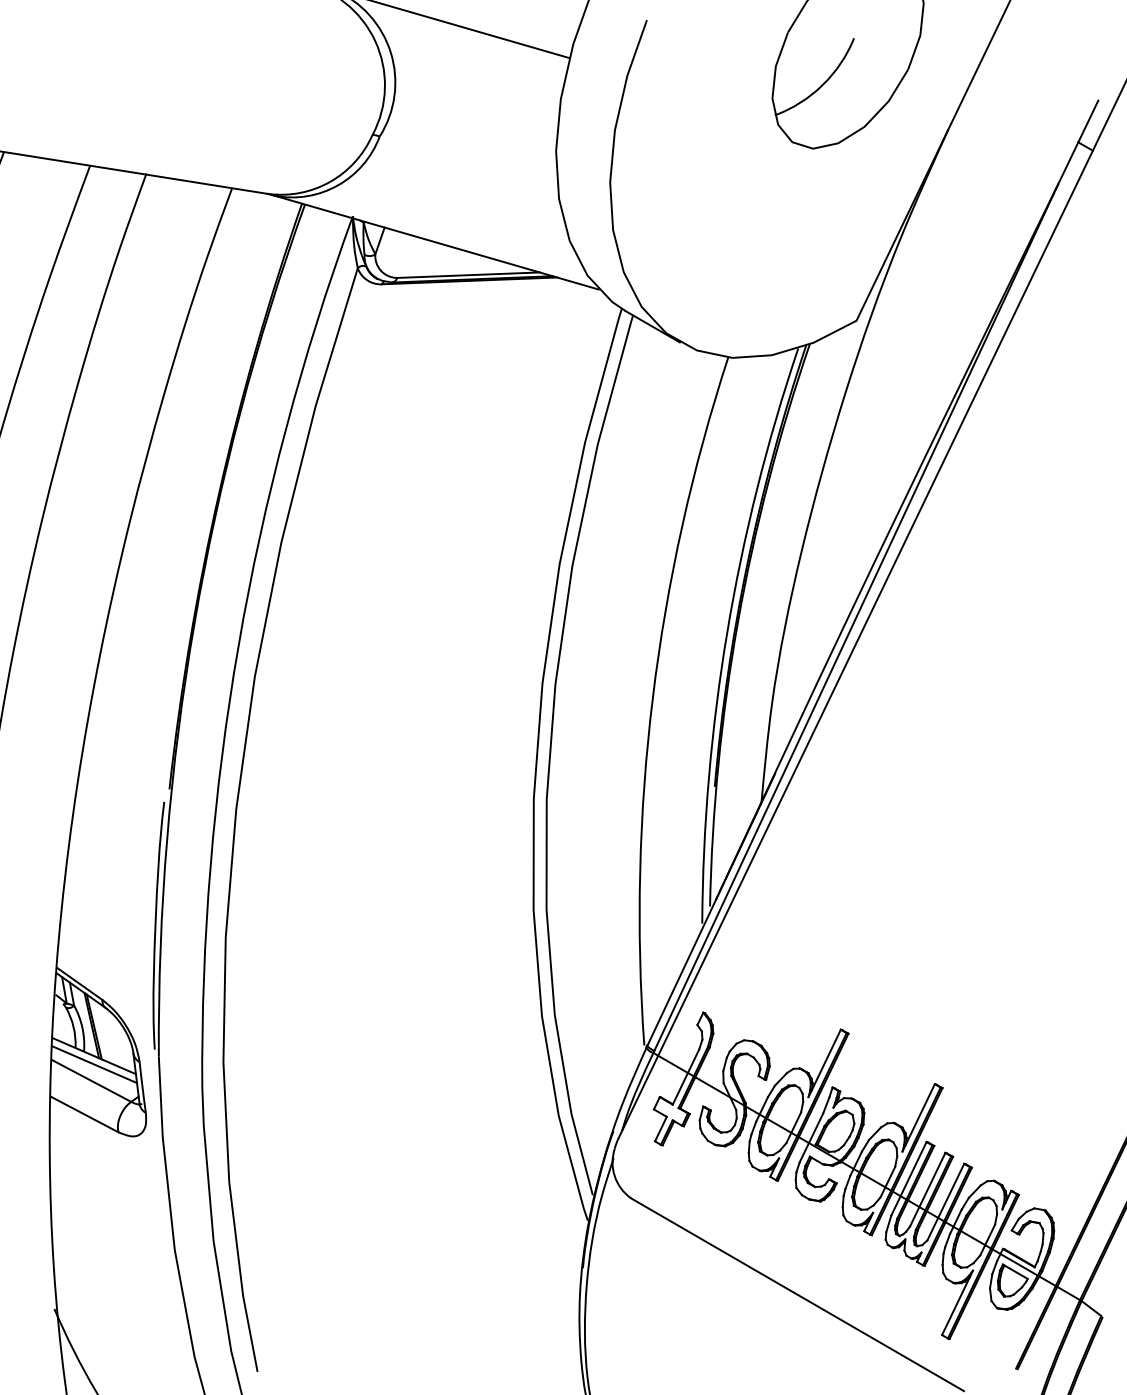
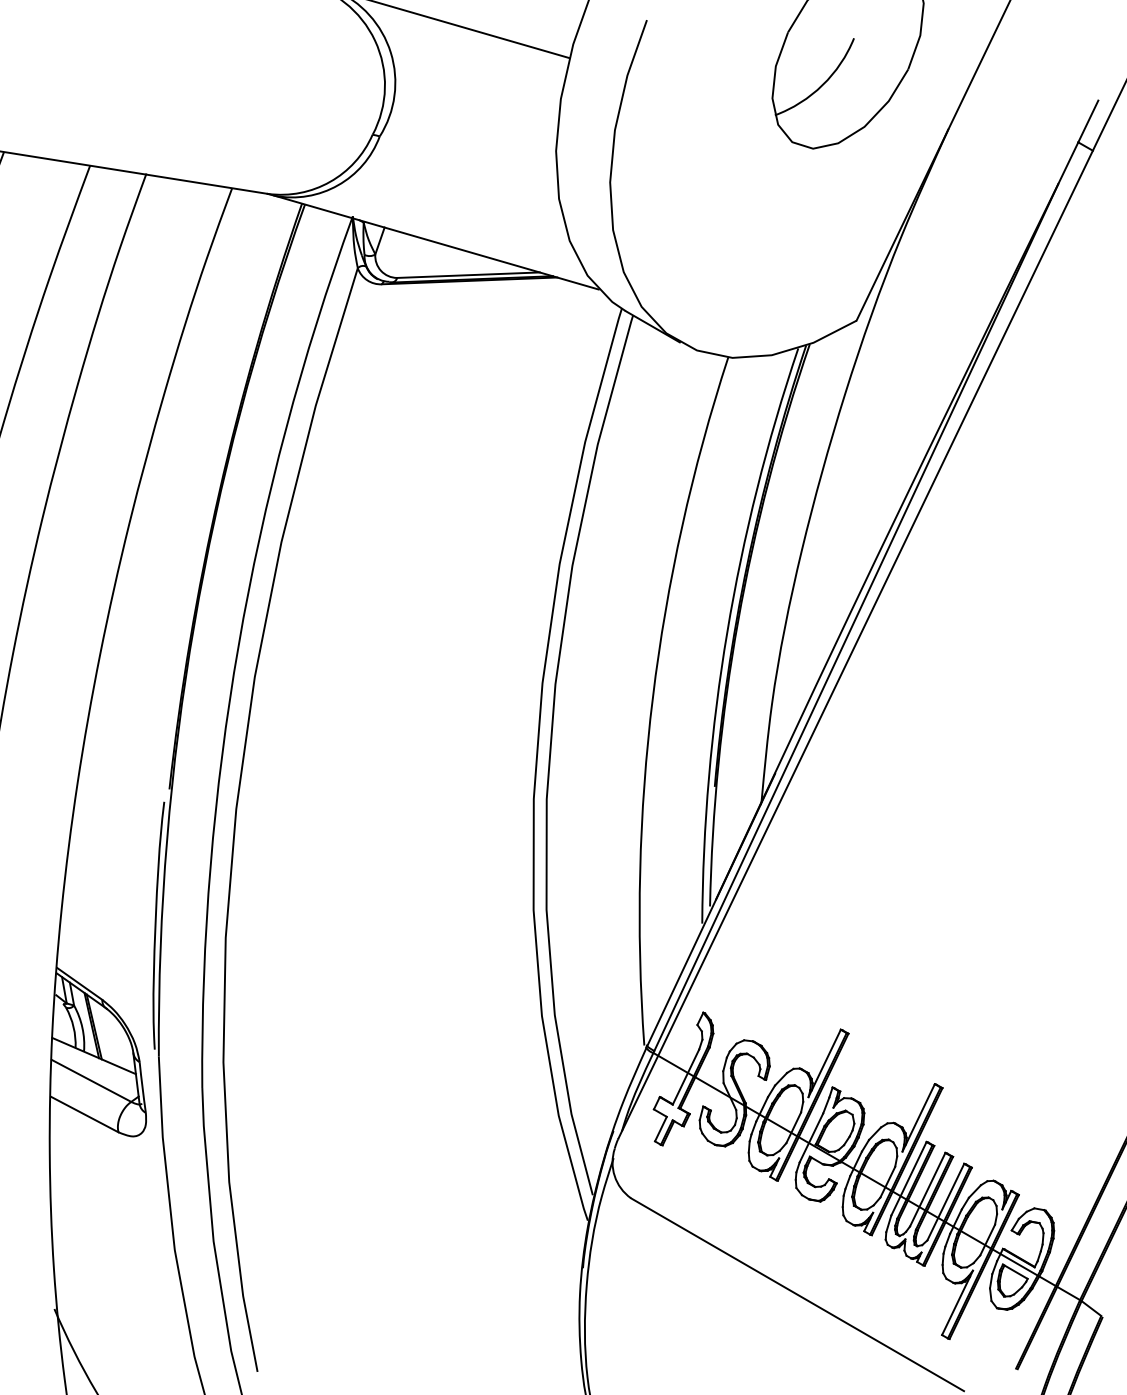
line at (94, 1064): present -> none
